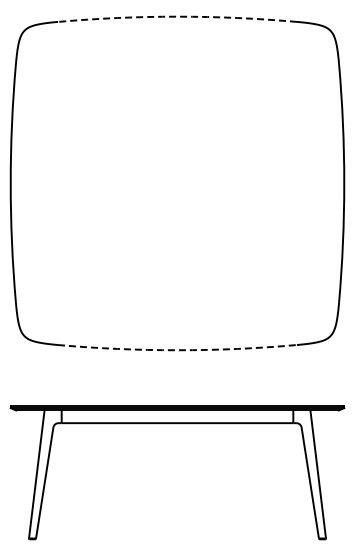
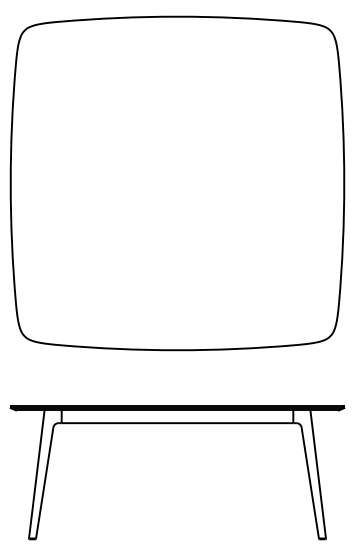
arc at (177, 16): dashed -> solid
arc at (177, 350): dashed -> solid
